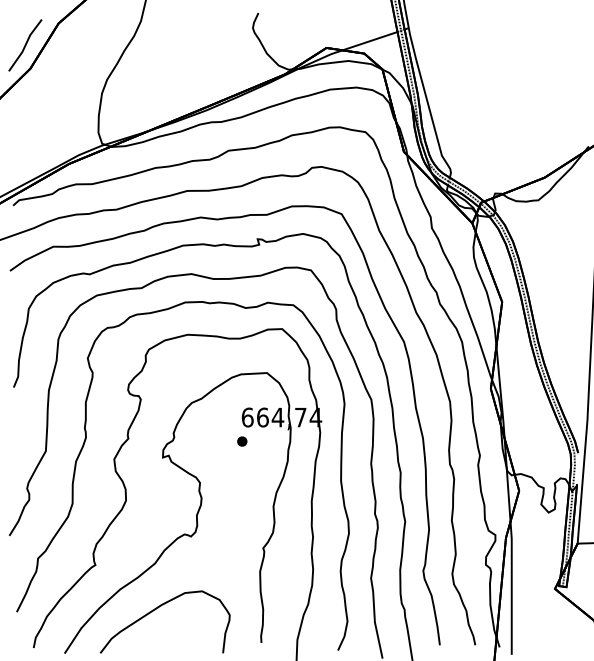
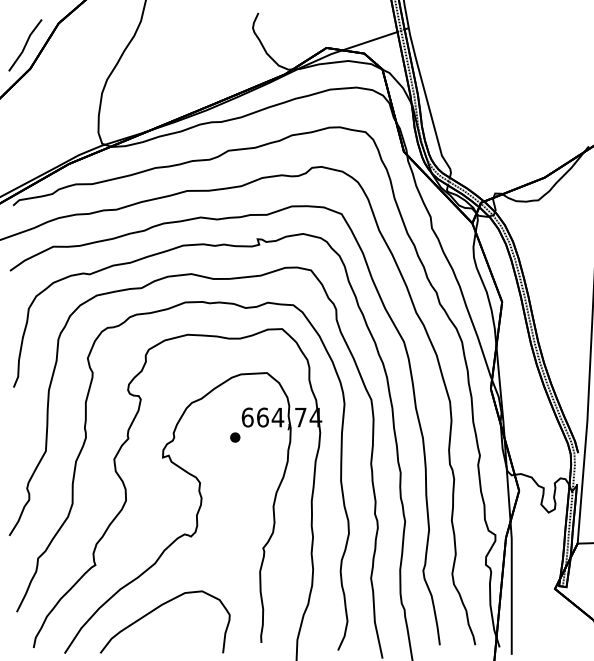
part at (242, 441) position: (242, 441) -> (235, 437)
